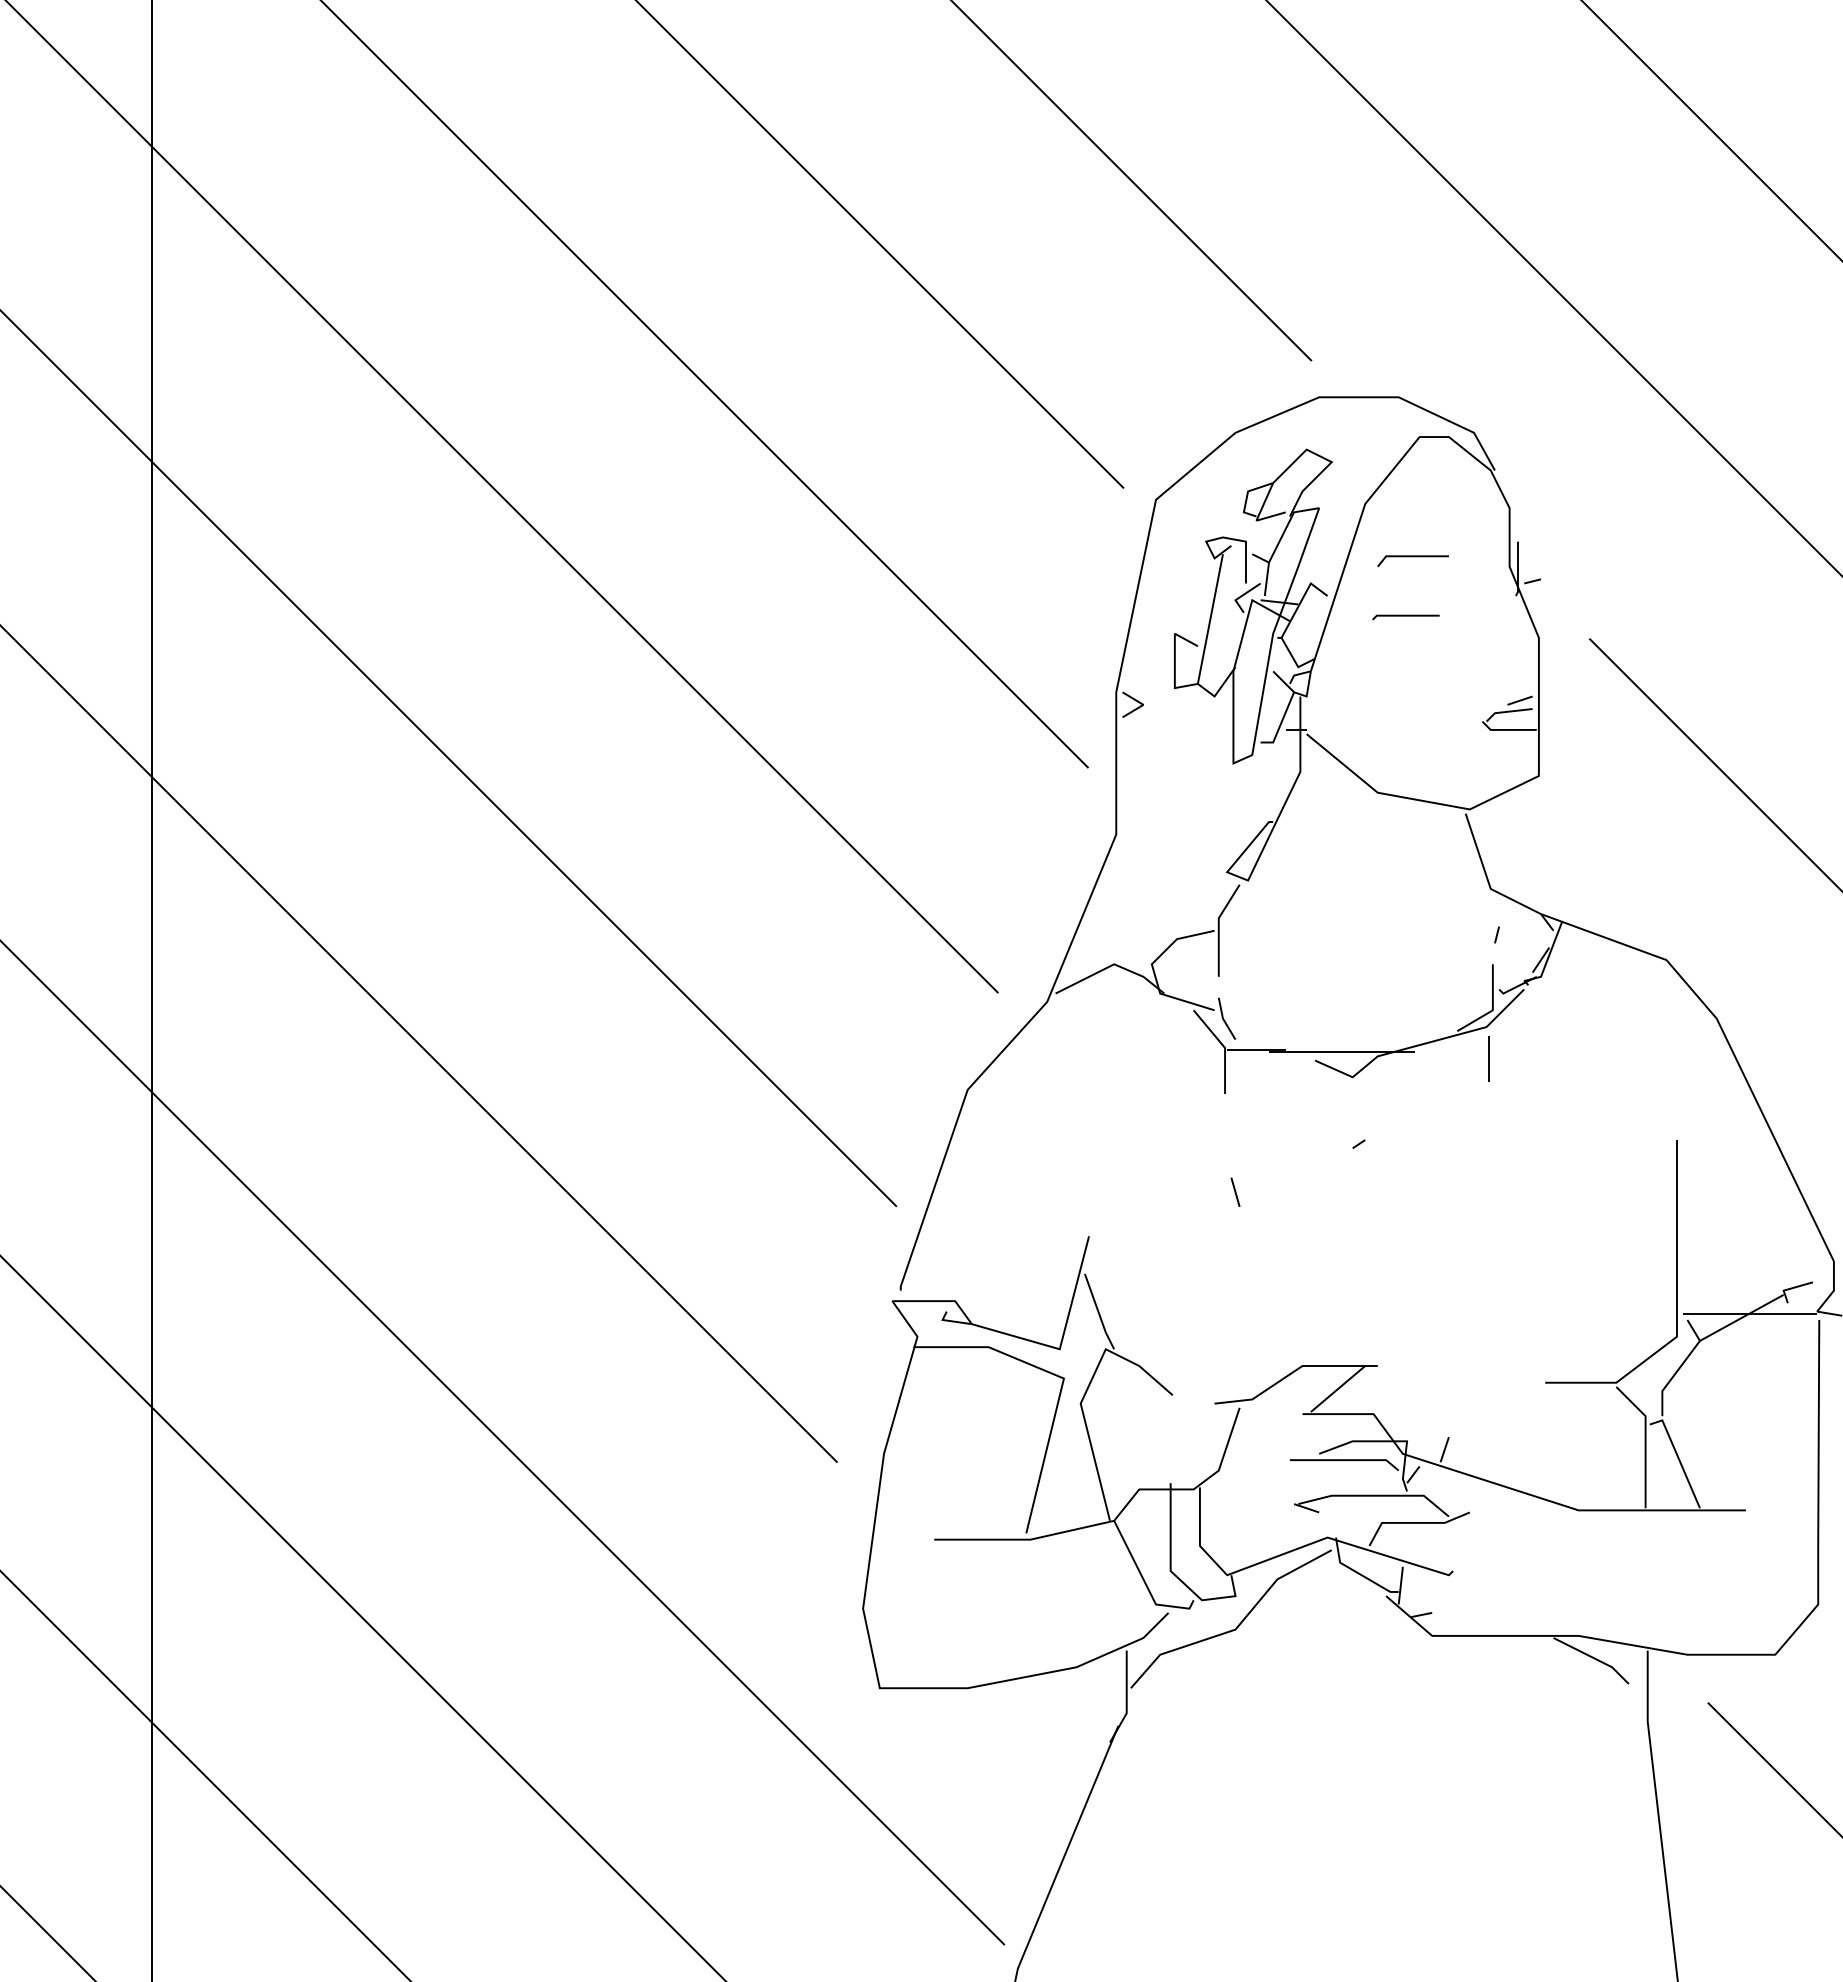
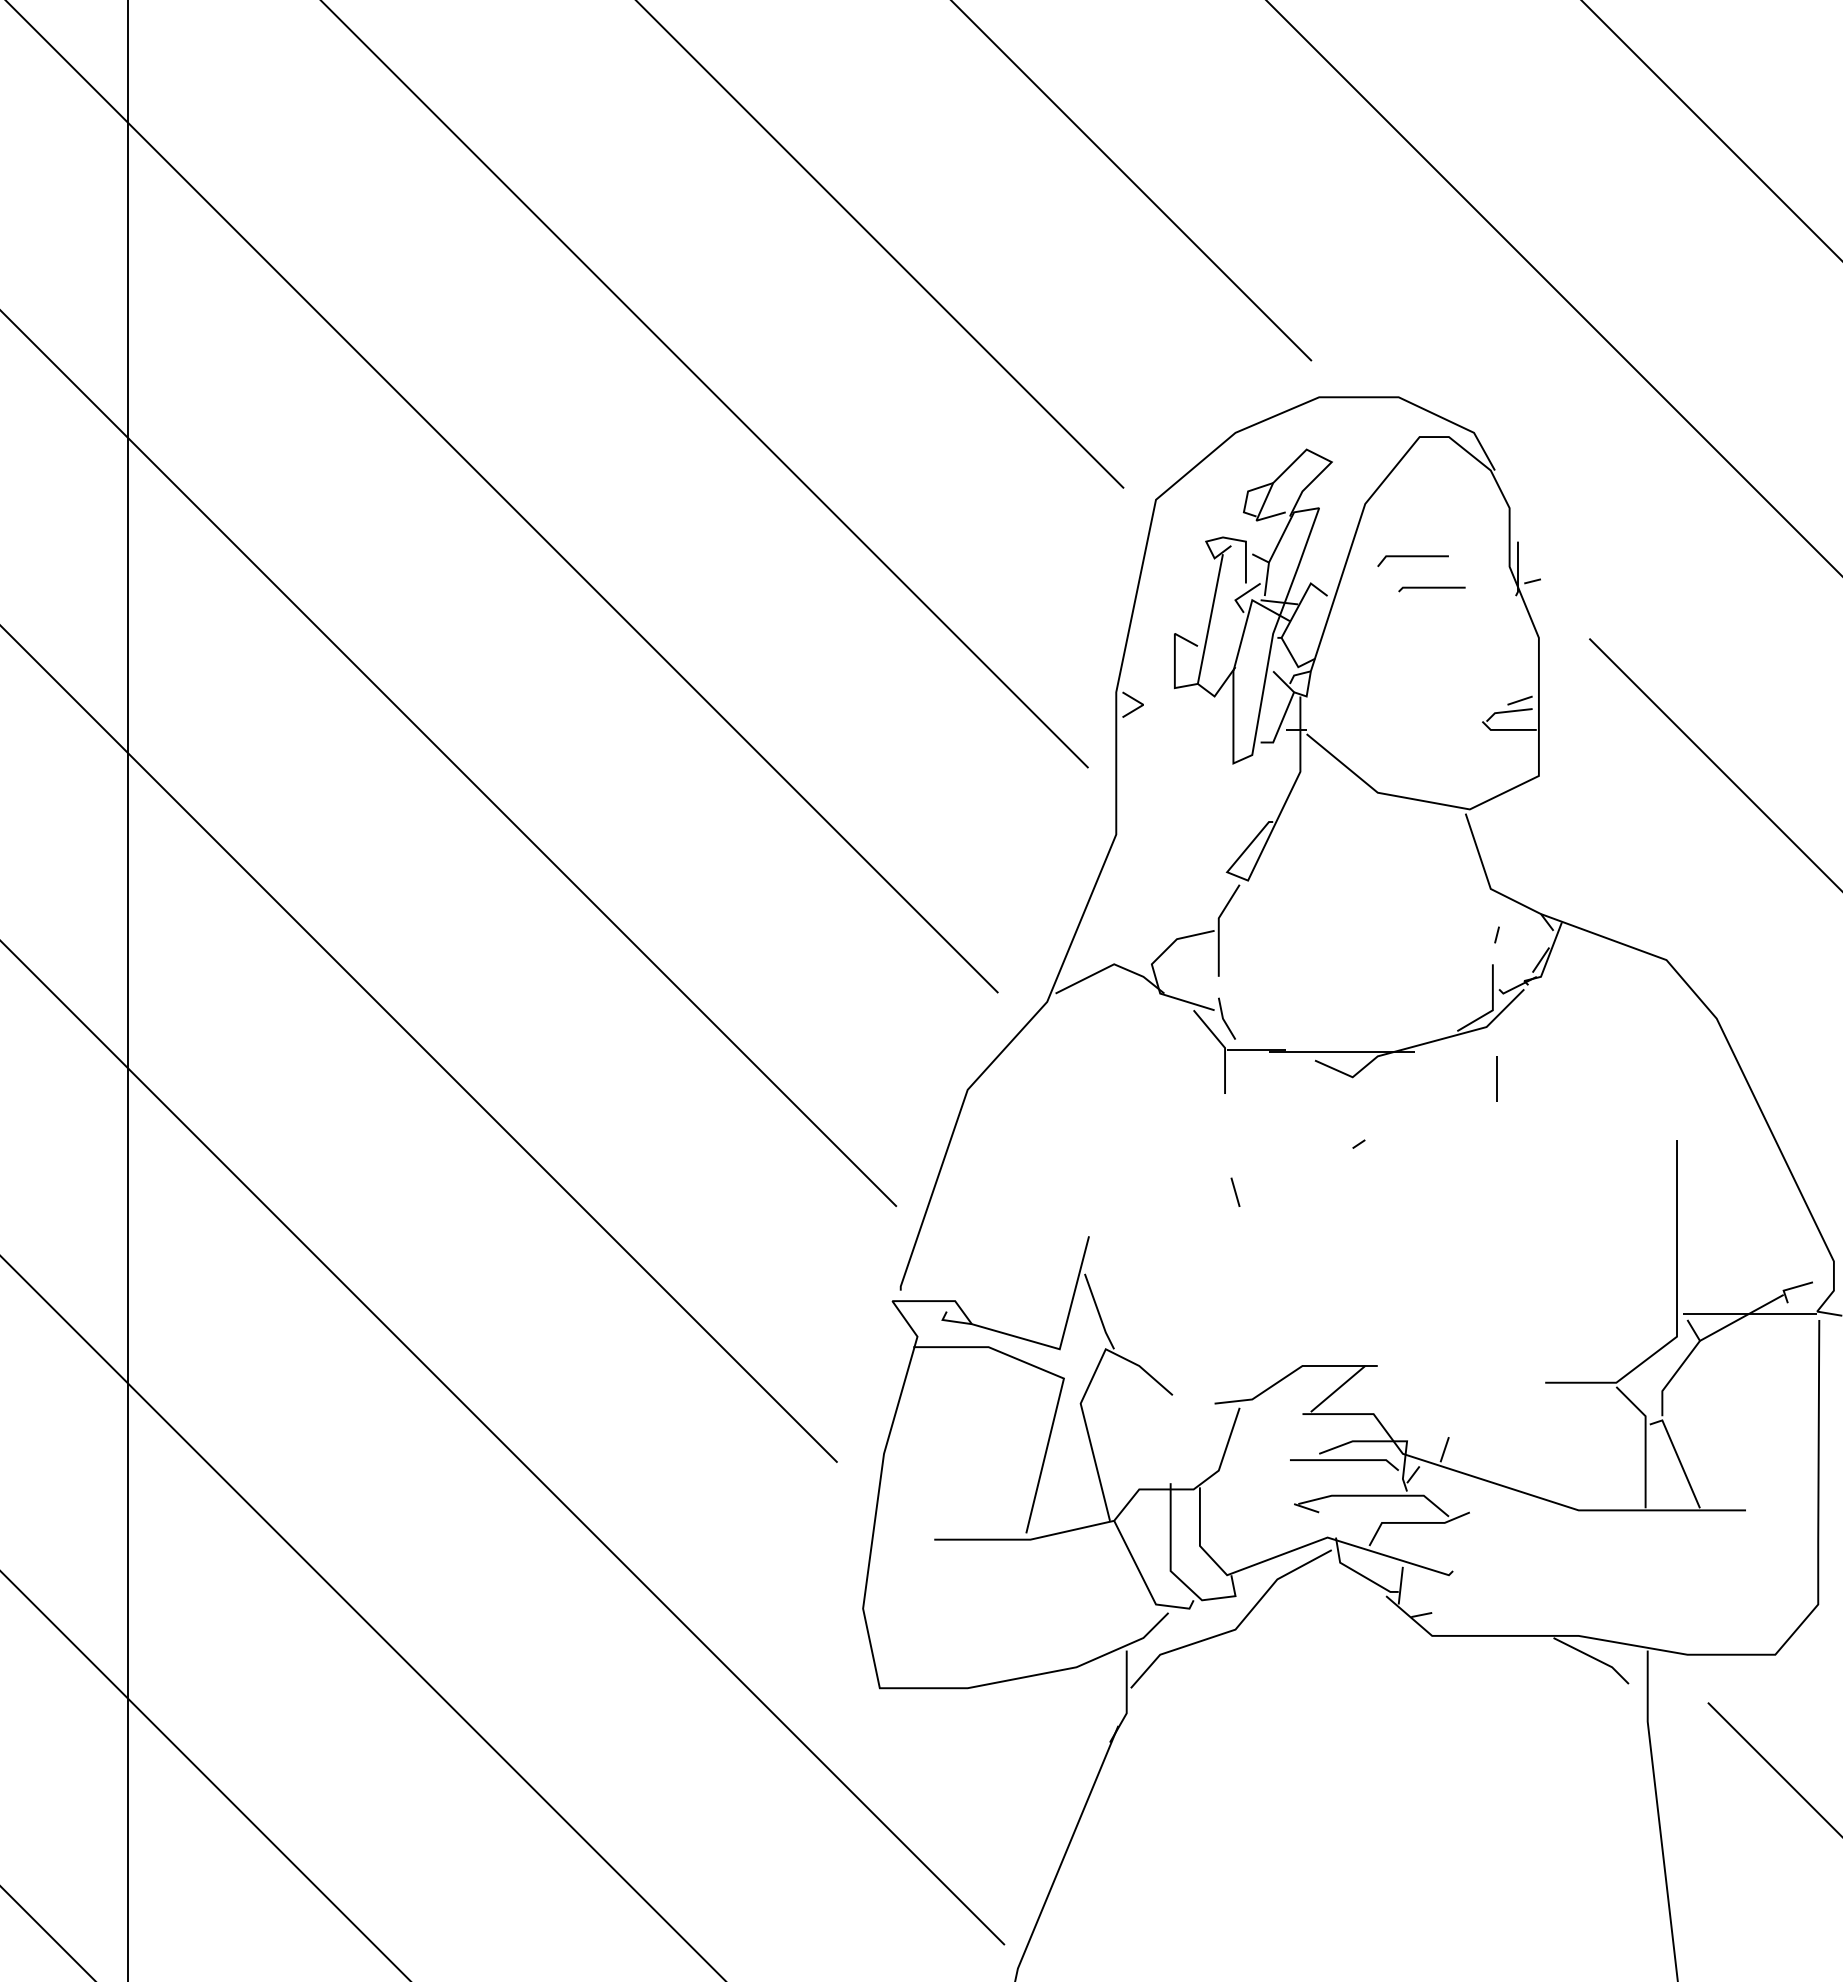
line at (1405, 616) position: (1405, 616) -> (1431, 588)
line at (151, 990) position: (151, 990) -> (127, 990)
line at (1488, 1058) position: (1488, 1058) -> (1496, 1078)
